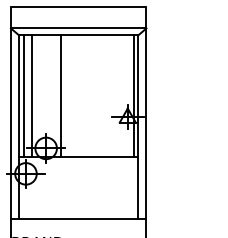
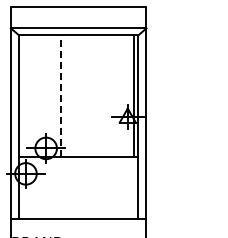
line at (23, 96): present -> none
line at (32, 96): present -> none
line at (60, 96): solid -> dashed
